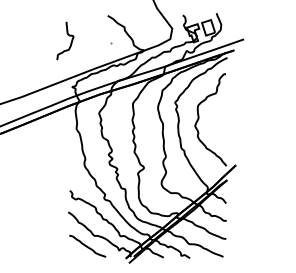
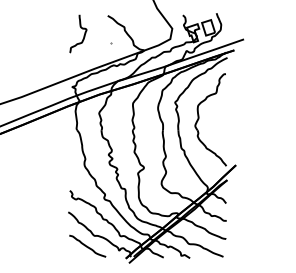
curve at (67, 35) position: (67, 35) -> (80, 28)
